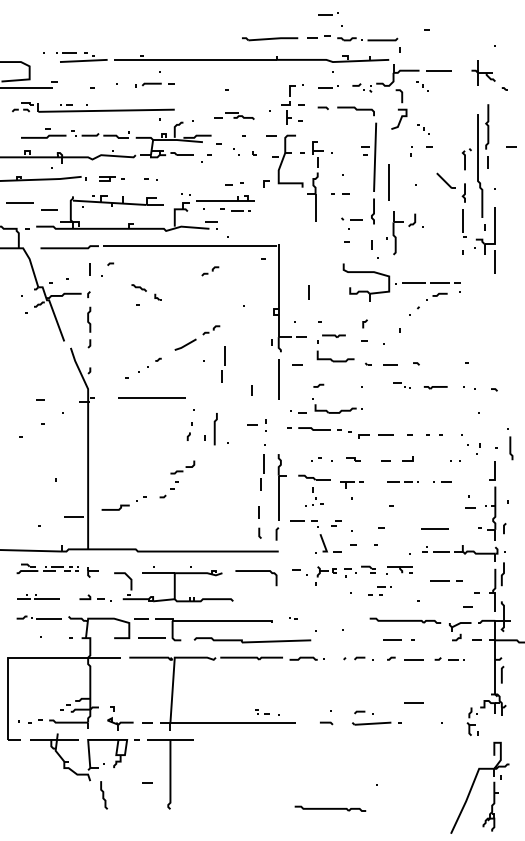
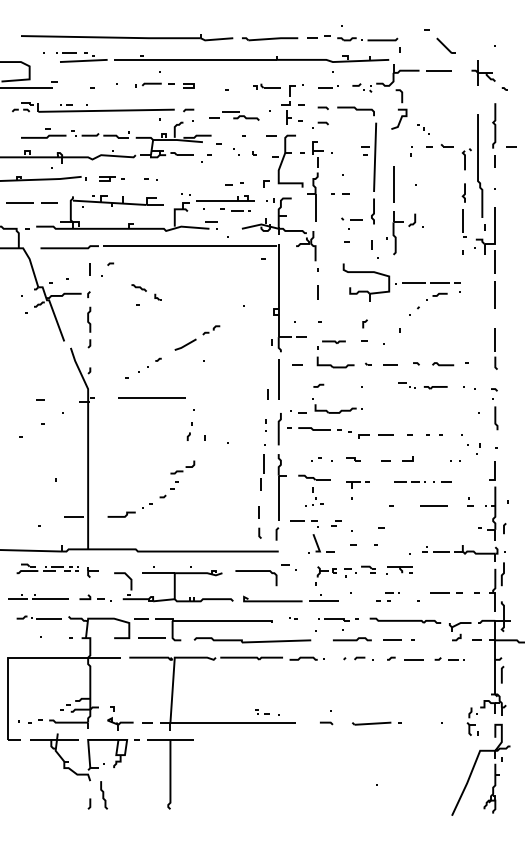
part at (328, 13): present -> none
part at (127, 37): none -> present
line at (188, 84): none -> present
part at (266, 86): none -> present
part at (422, 86): present -> none
line at (188, 110): none -> present
part at (234, 115) size: 41x8 px -> 51x10 px
part at (320, 124): none -> present
part at (487, 136) position: (487, 136) -> (494, 135)
part at (446, 145): none -> present
part at (445, 180) position: (445, 180) -> (445, 45)
line at (388, 182) position: (388, 182) -> (393, 184)
line at (49, 209) position: (49, 209) -> (49, 202)
part at (279, 234): none -> present
part at (210, 271): present -> none
line at (308, 292) position: (308, 292) -> (317, 292)
line at (494, 294): none -> present
part at (495, 348): none -> present
part at (331, 358) position: (331, 358) -> (331, 364)
part at (223, 364): present -> none
line at (443, 364): none -> present
part at (401, 385) position: (401, 385) -> (406, 385)
line at (251, 390) position: (251, 390) -> (267, 394)
line at (252, 424): present -> none
line at (215, 429) position: (215, 429) -> (279, 429)
part at (510, 444) position: (510, 444) -> (495, 414)
line at (404, 481) position: (404, 481) -> (411, 481)
part at (351, 484) position: (351, 484) -> (357, 484)
part at (470, 501) size: 11x14 px -> 7x10 px
part at (123, 503) position: (123, 503) -> (129, 510)
line at (434, 528) position: (434, 528) -> (433, 505)
part at (328, 543) position: (328, 543) -> (321, 543)
part at (299, 572) position: (299, 572) -> (288, 567)
line at (446, 580) position: (446, 580) -> (446, 592)
part at (379, 590) position: (379, 590) -> (387, 596)
part at (38, 596) size: 43x6 px -> 61x6 px
part at (290, 598): none -> present
line at (467, 606): present -> none
part at (338, 619): none -> present
curve at (352, 639): none -> present
line at (413, 702): present -> none
part at (363, 712): present -> none
line at (147, 782): present -> none
part at (473, 786) position: (473, 786) -> (474, 768)
line at (89, 803): none -> present
part at (330, 808): present -> none
